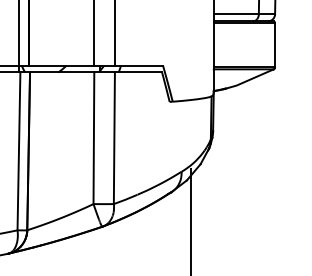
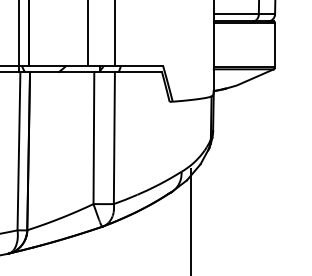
line at (94, 34) position: (94, 34) -> (88, 34)
